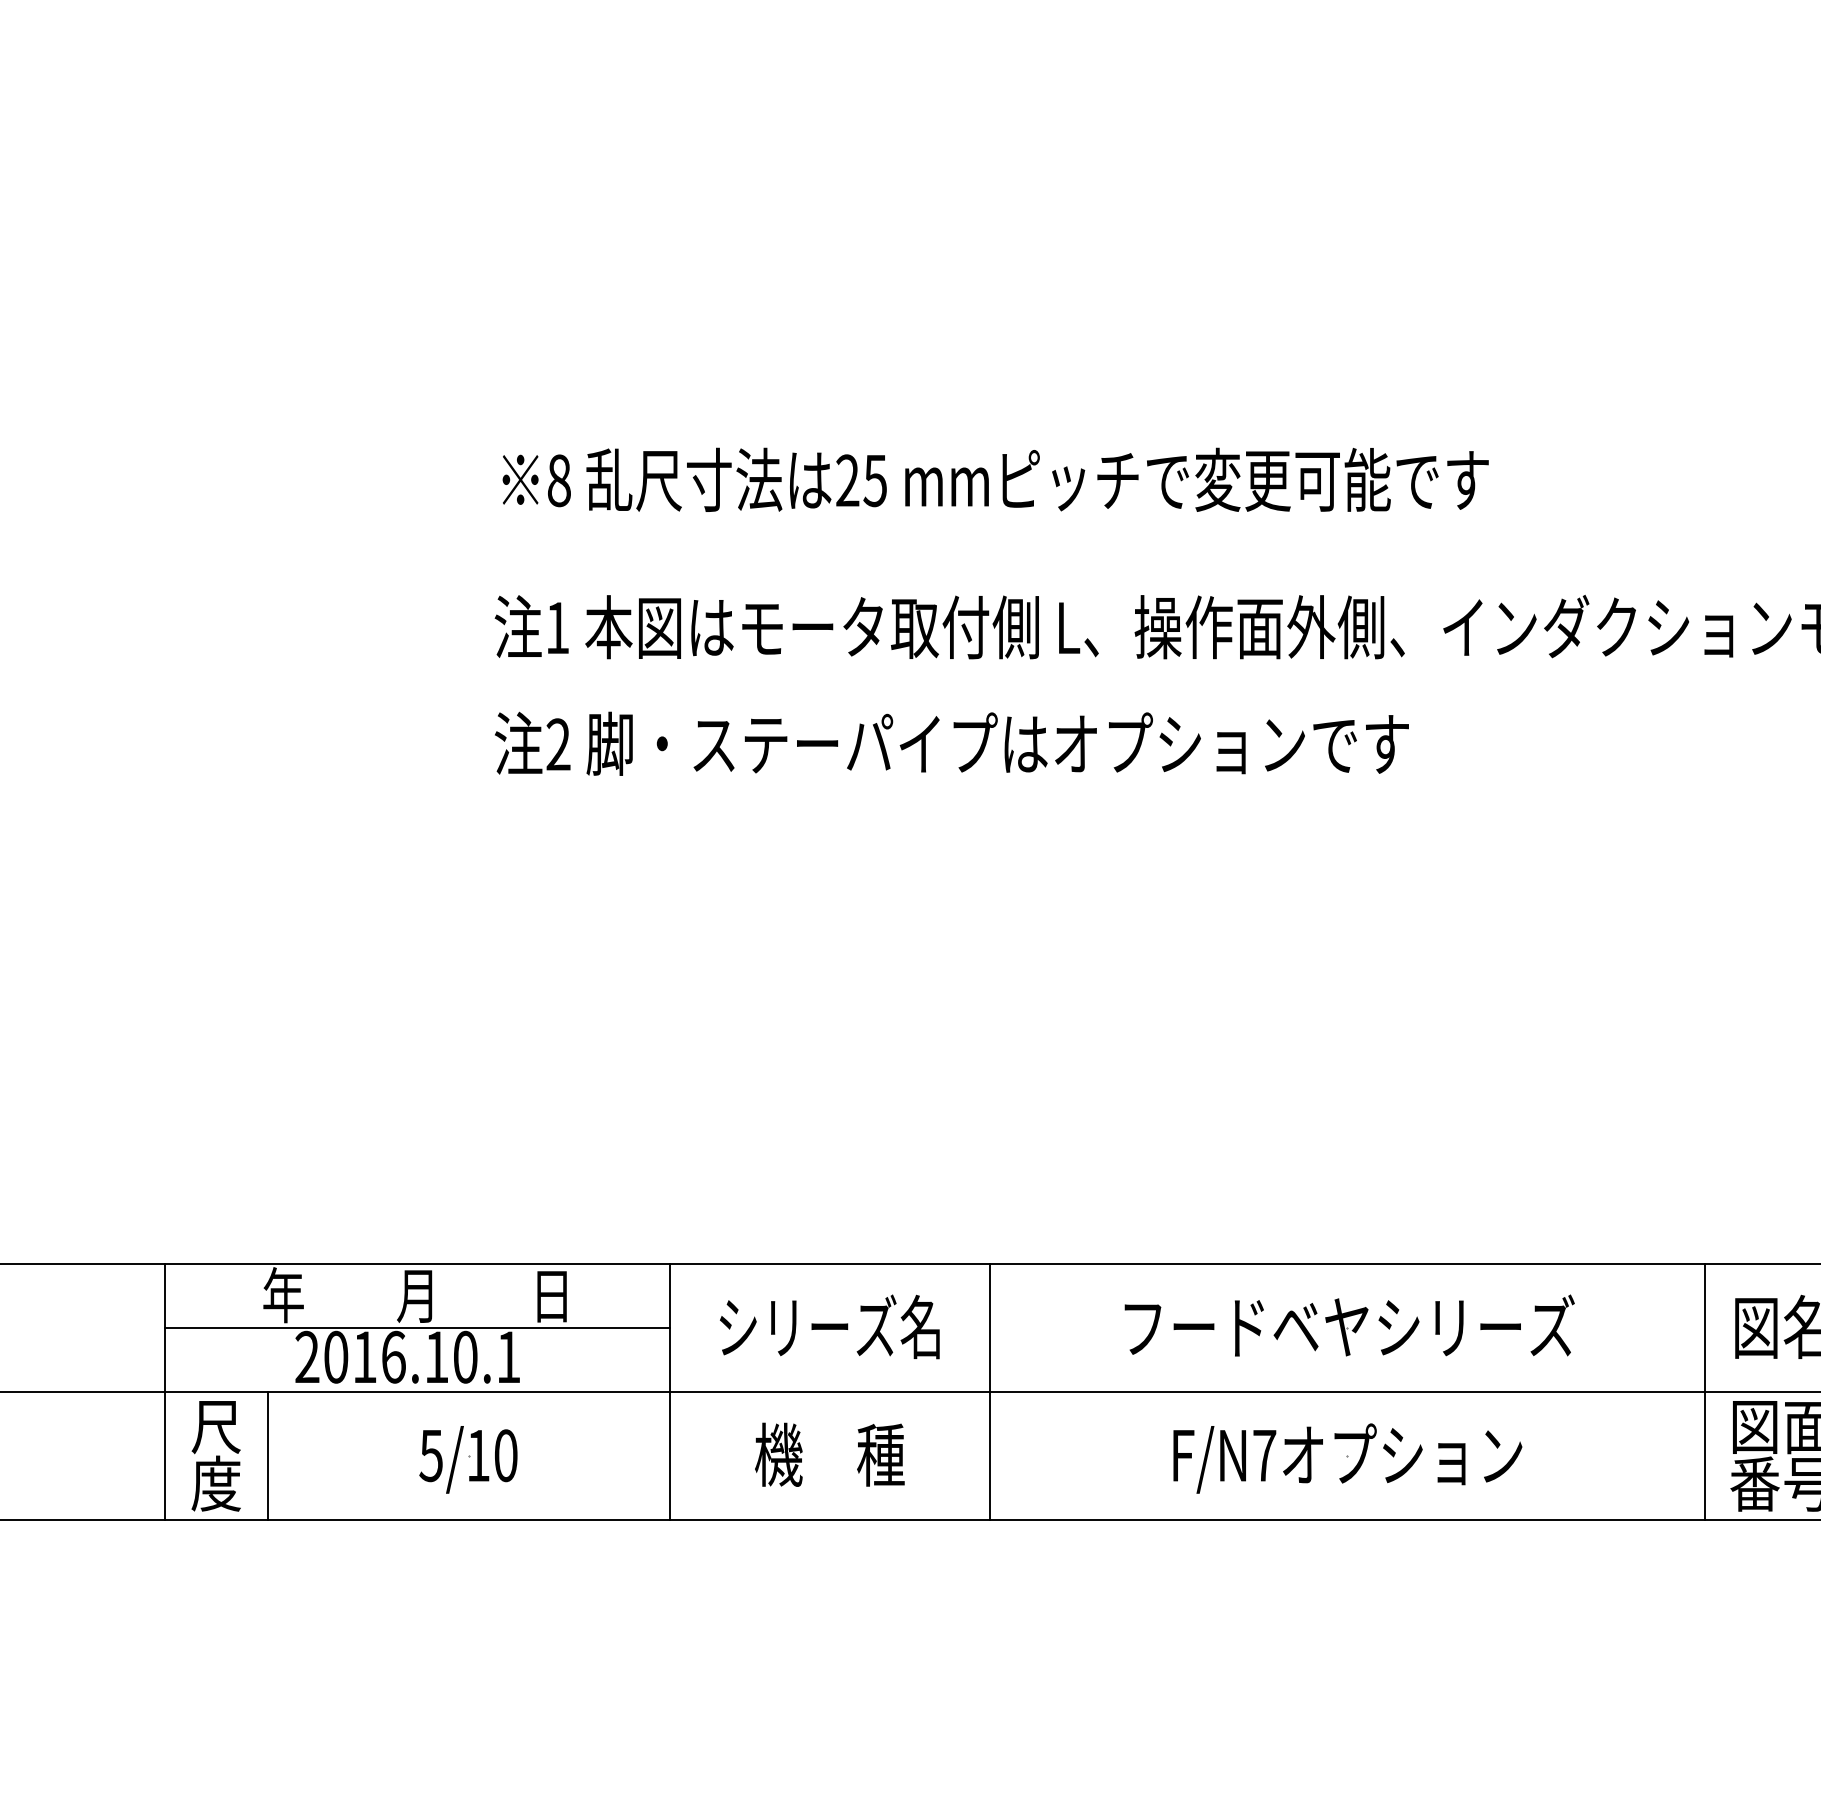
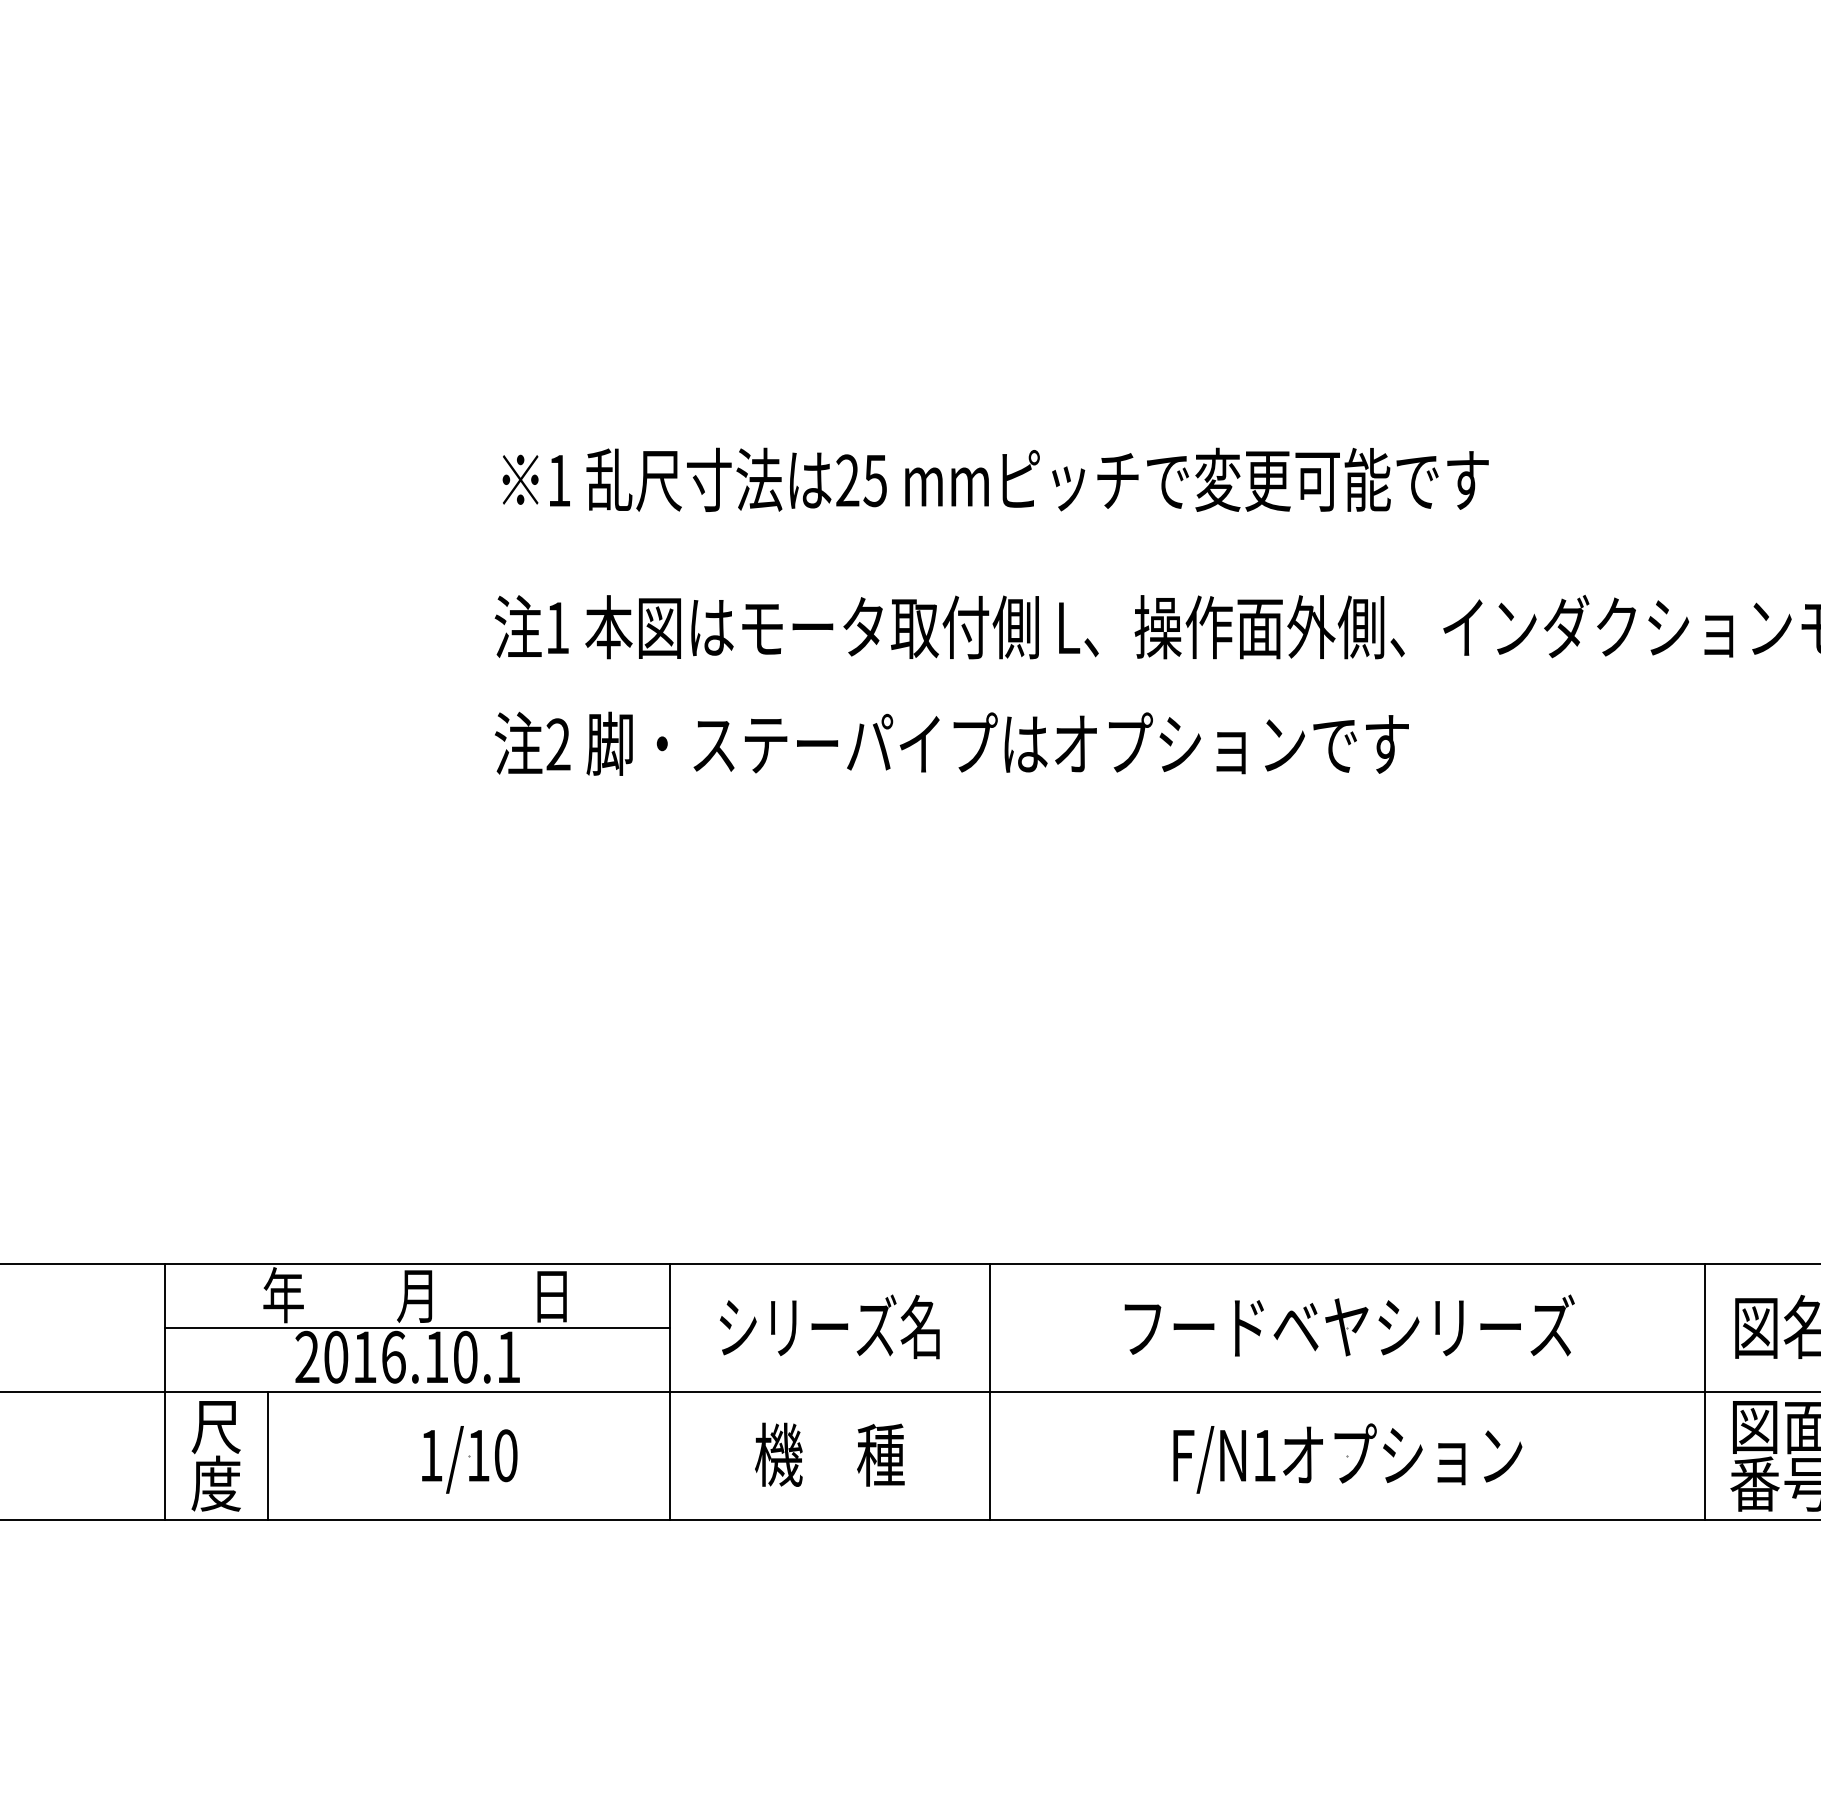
text at (559, 480): 8 -> 1
text at (1264, 1455): F/N7 -> F/N1
text at (430, 1456): 5/10 -> 1/10
